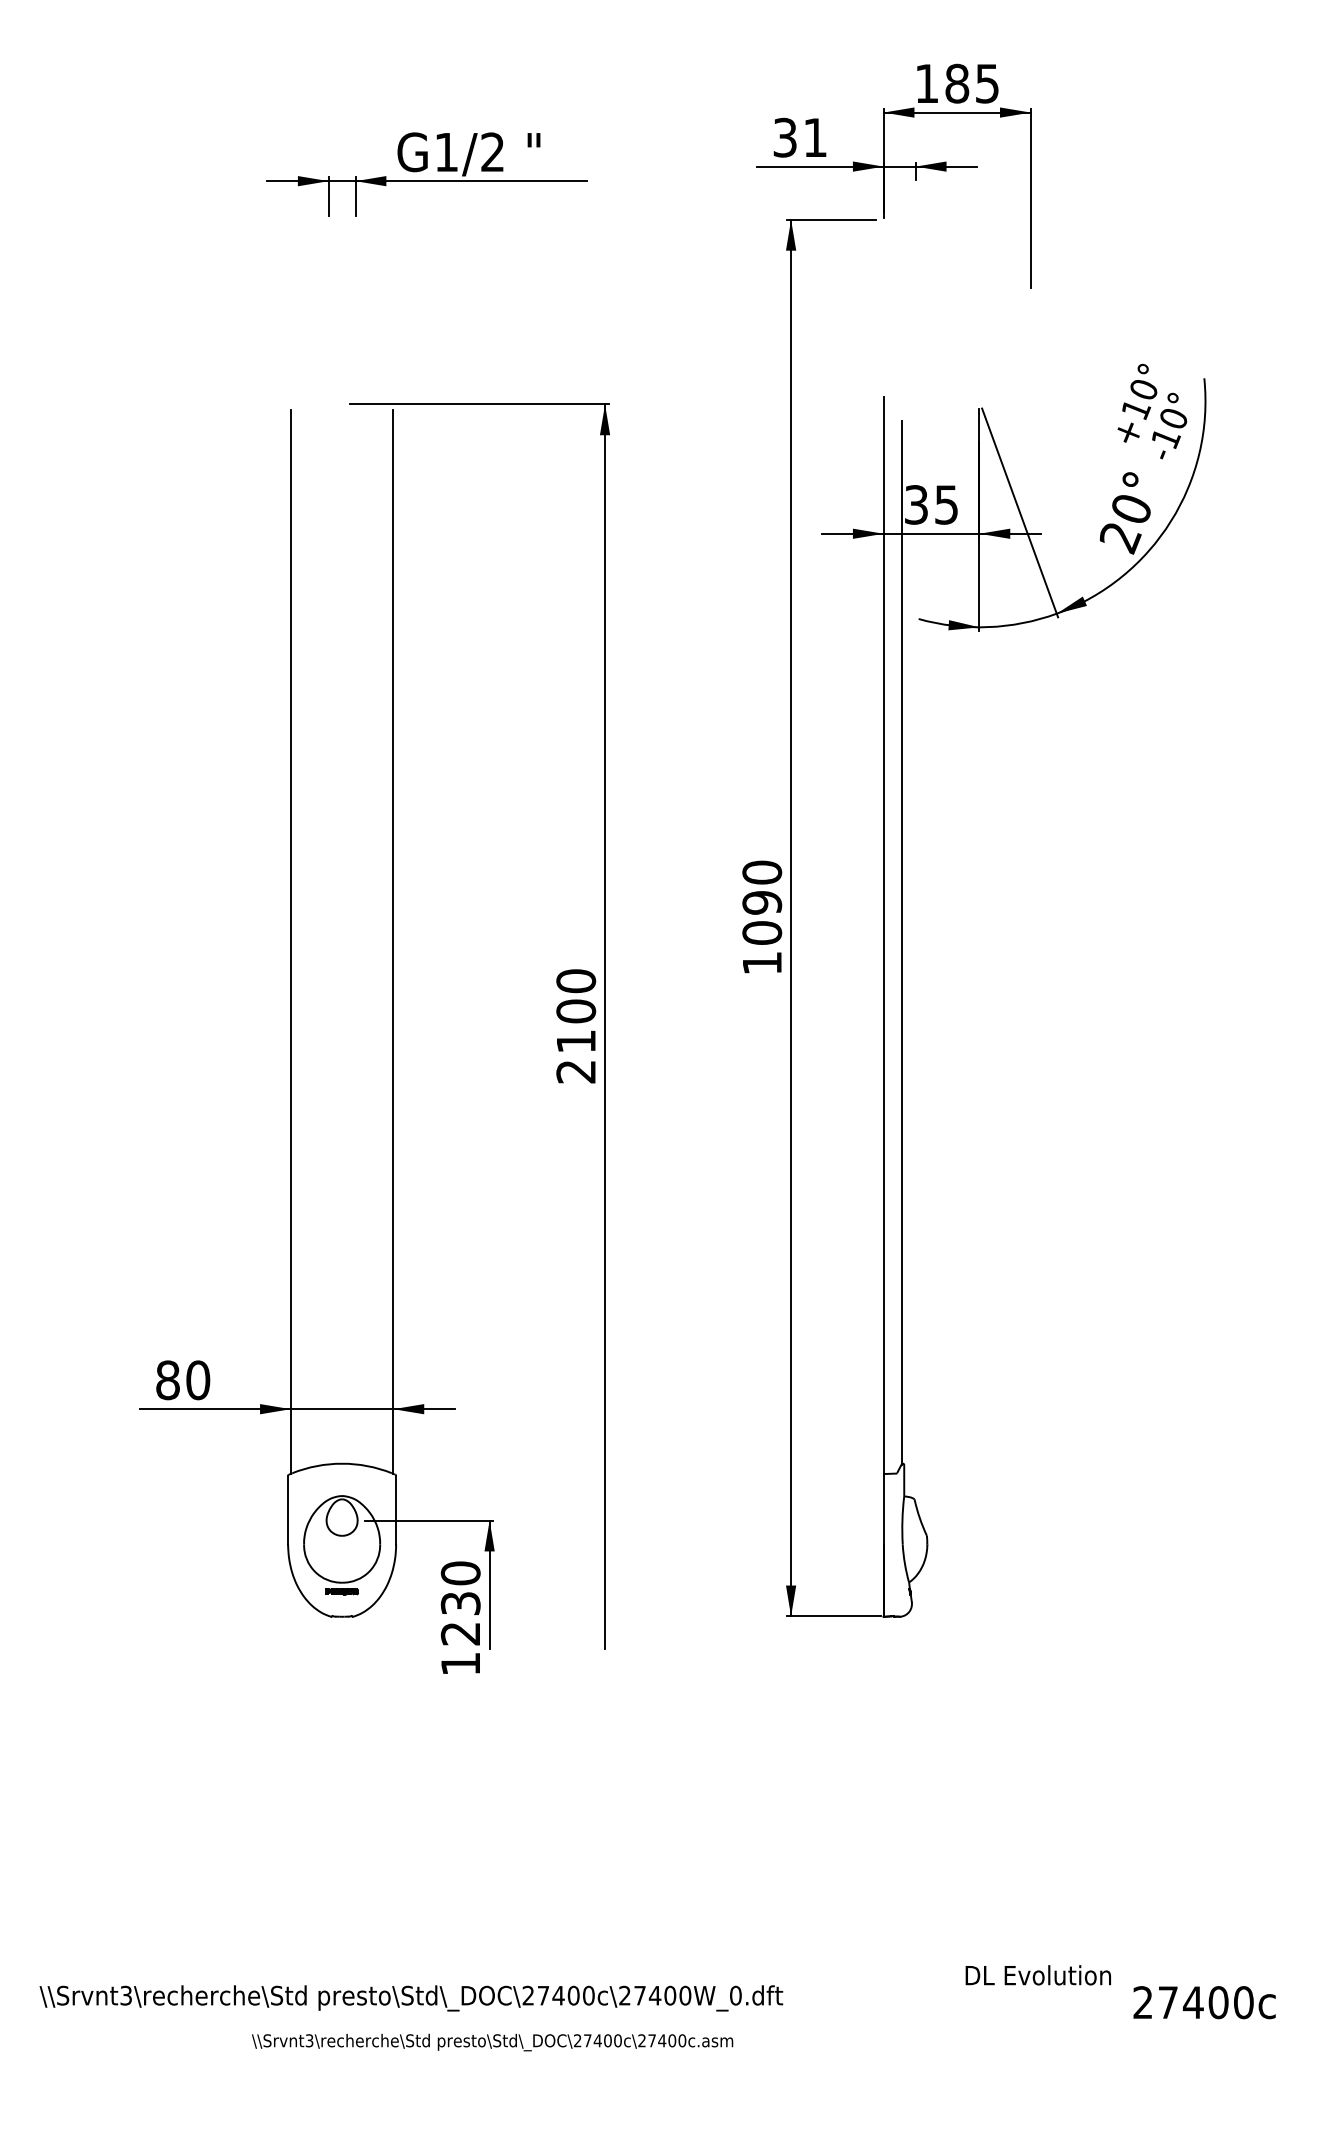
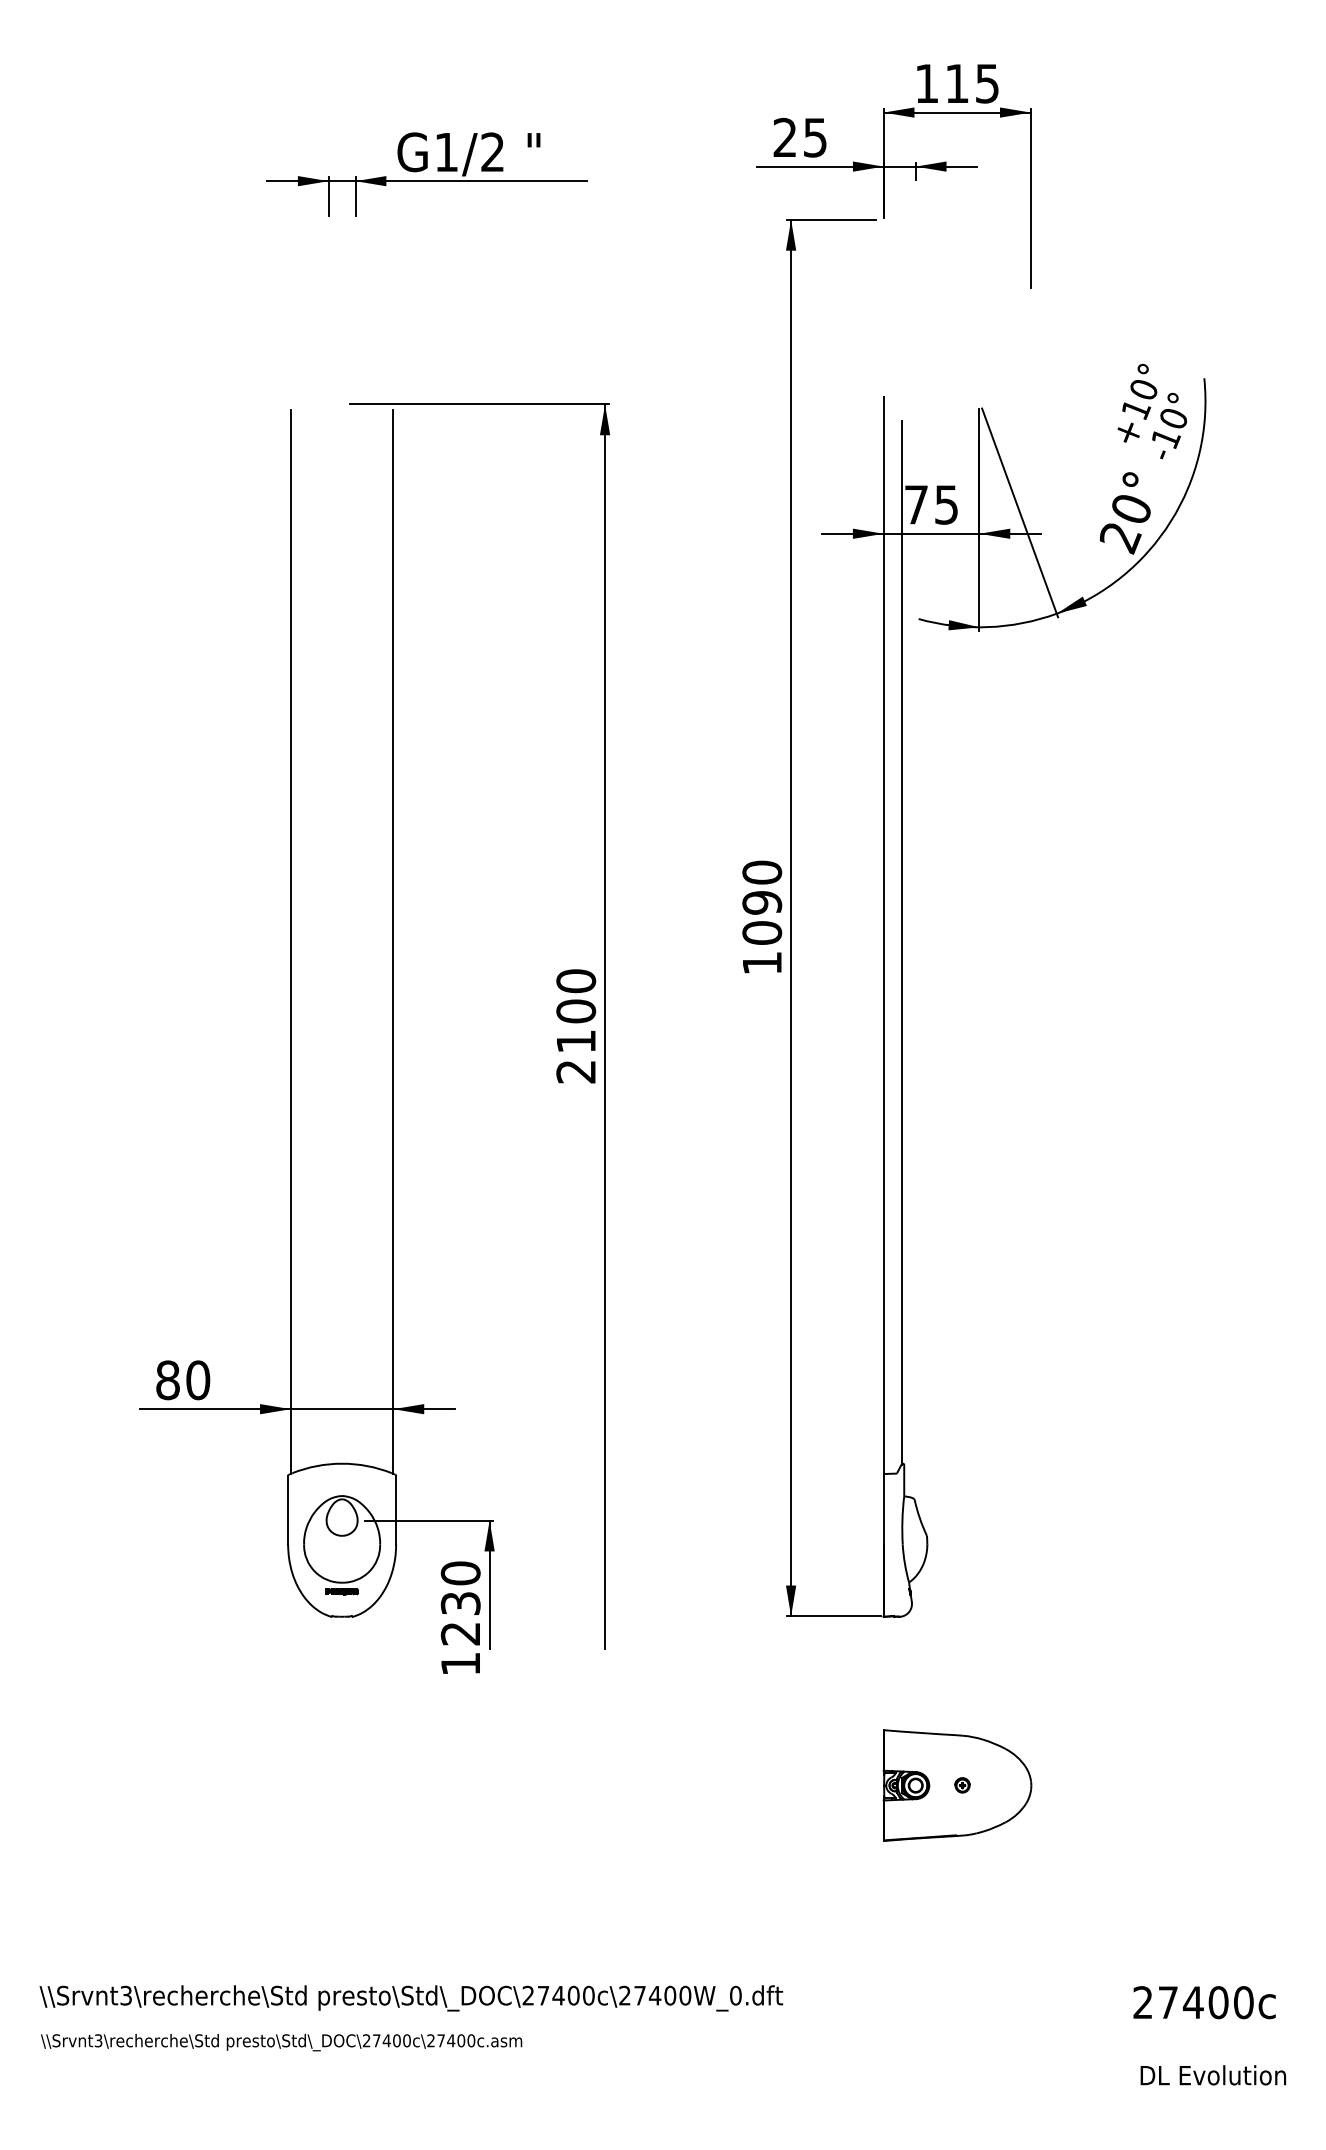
text at (957, 83): 185 -> 115
text at (799, 137): 31 -> 25
text at (916, 504): 35 -> 75
part at (957, 1785): none -> present
text at (1037, 1975) position: (1037, 1975) -> (1212, 2075)
text at (492, 2042) position: (492, 2042) -> (281, 2042)
